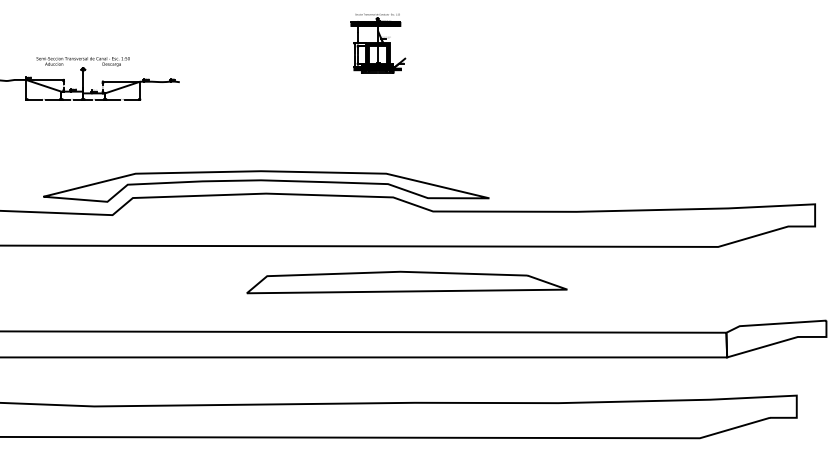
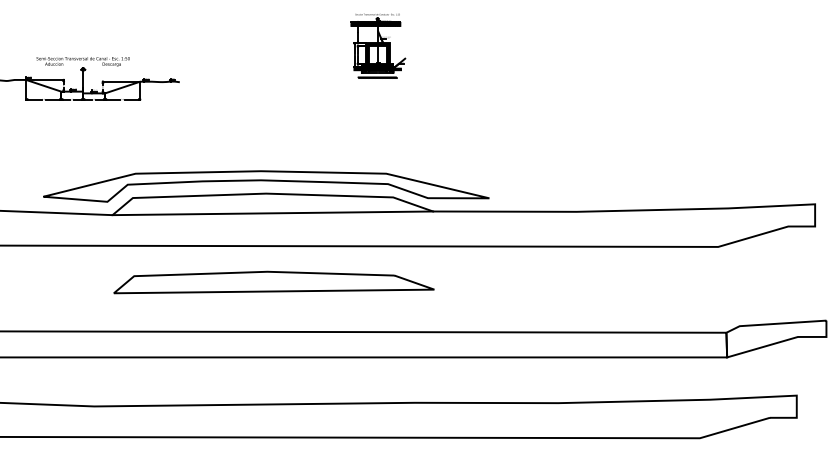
hatch at (377, 77): none -> present
line at (272, 213): none -> present
part at (406, 282) position: (406, 282) -> (273, 282)
